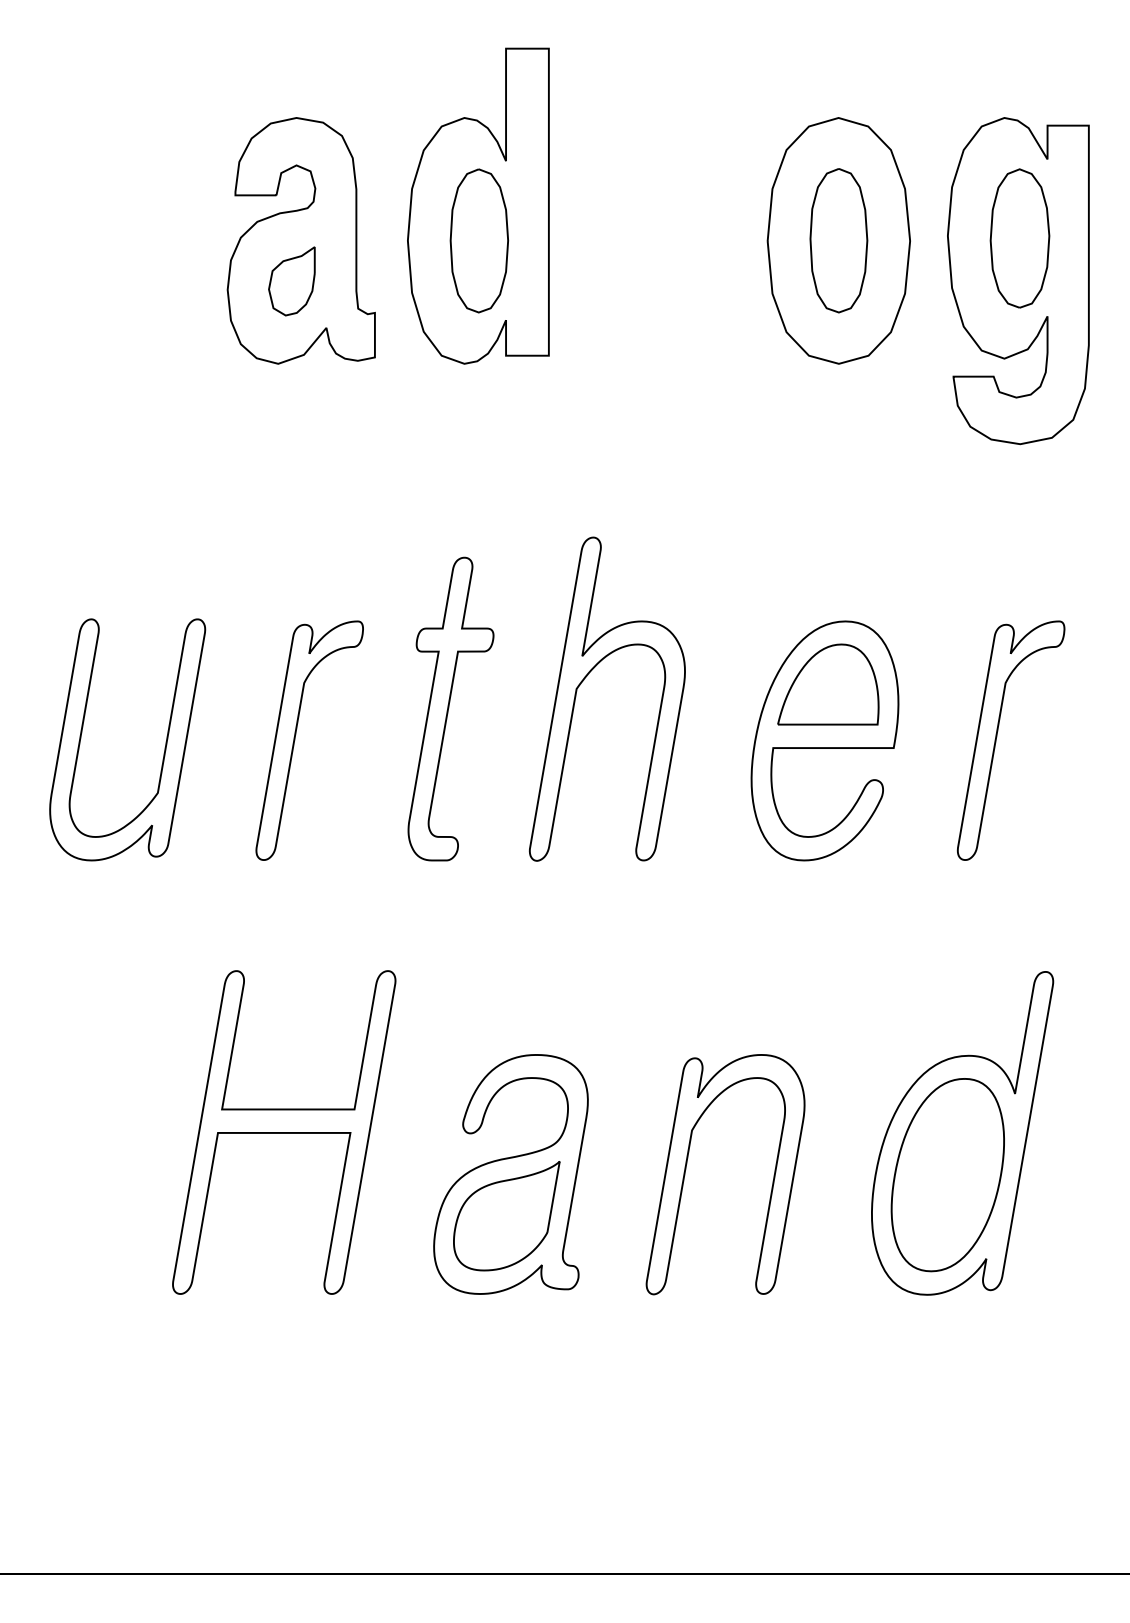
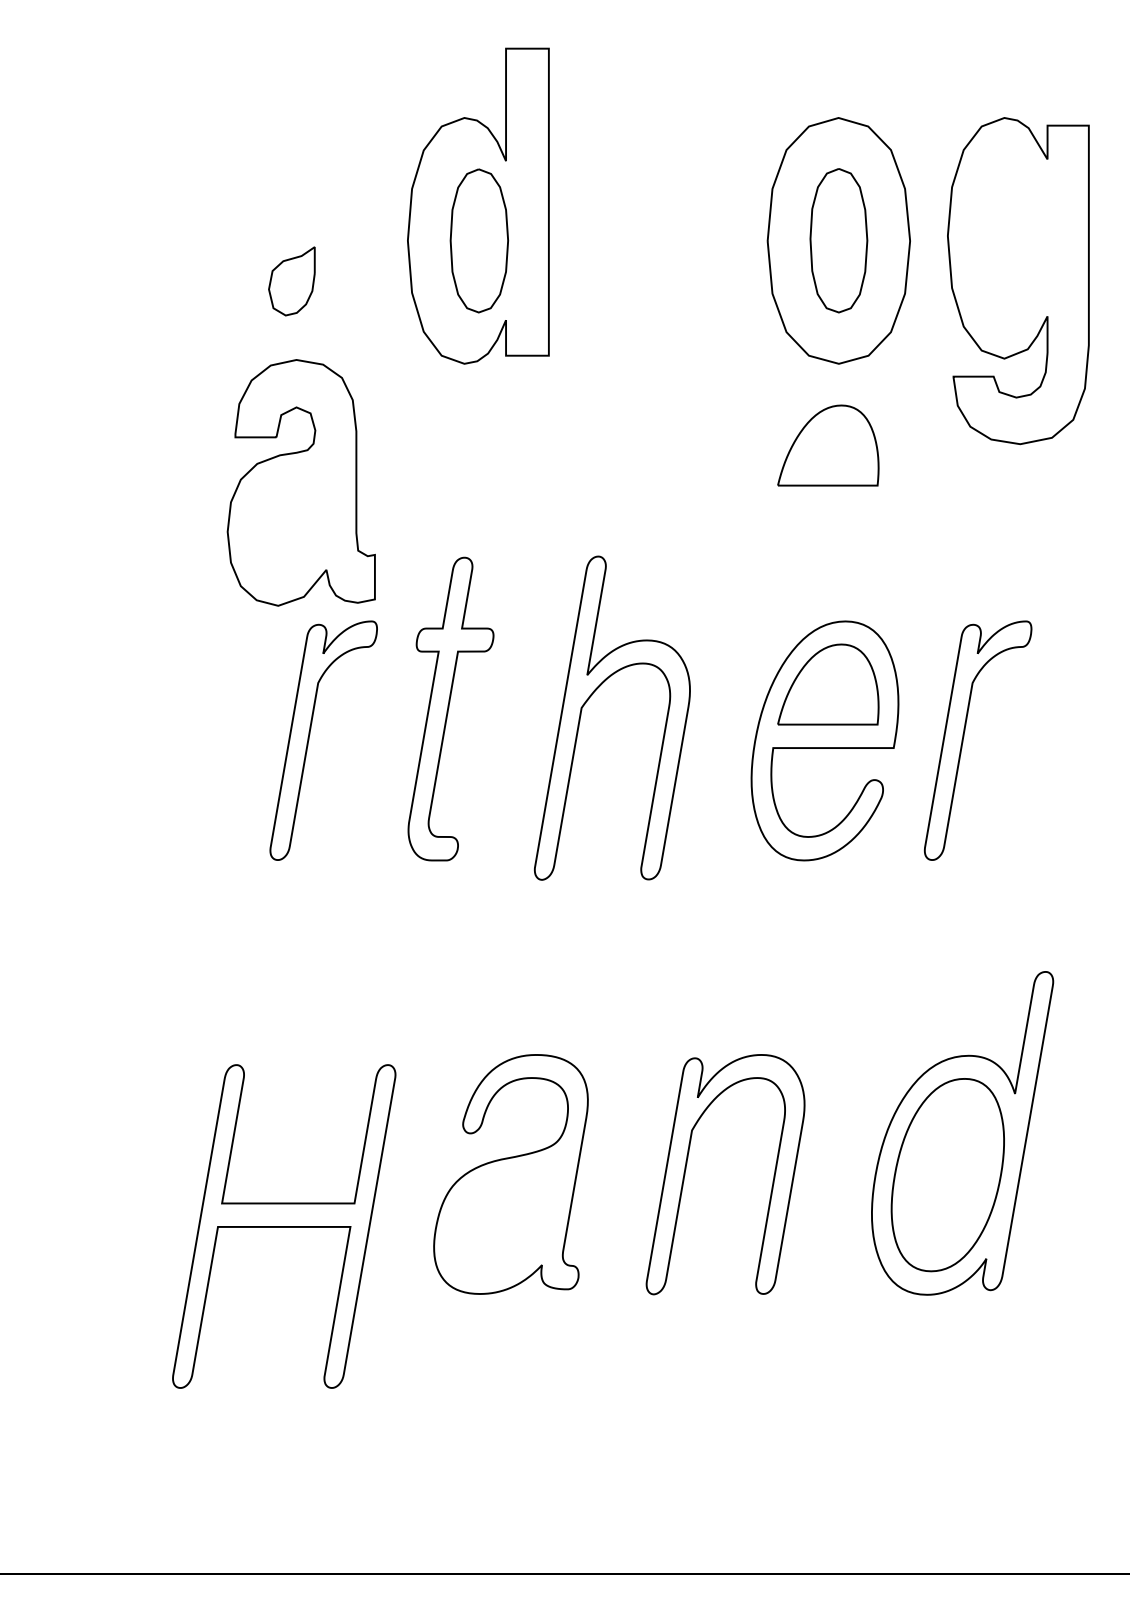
part at (1019, 238): present -> none
part at (300, 240) position: (300, 240) -> (300, 482)
part at (828, 445): none -> present
part at (584, 680) position: (584, 680) -> (589, 699)
part at (997, 737) position: (997, 737) -> (964, 737)
part at (295, 740) position: (295, 740) -> (309, 740)
part at (164, 747): present -> none
part at (284, 1132) position: (284, 1132) -> (284, 1226)
part at (506, 1216): present -> none
